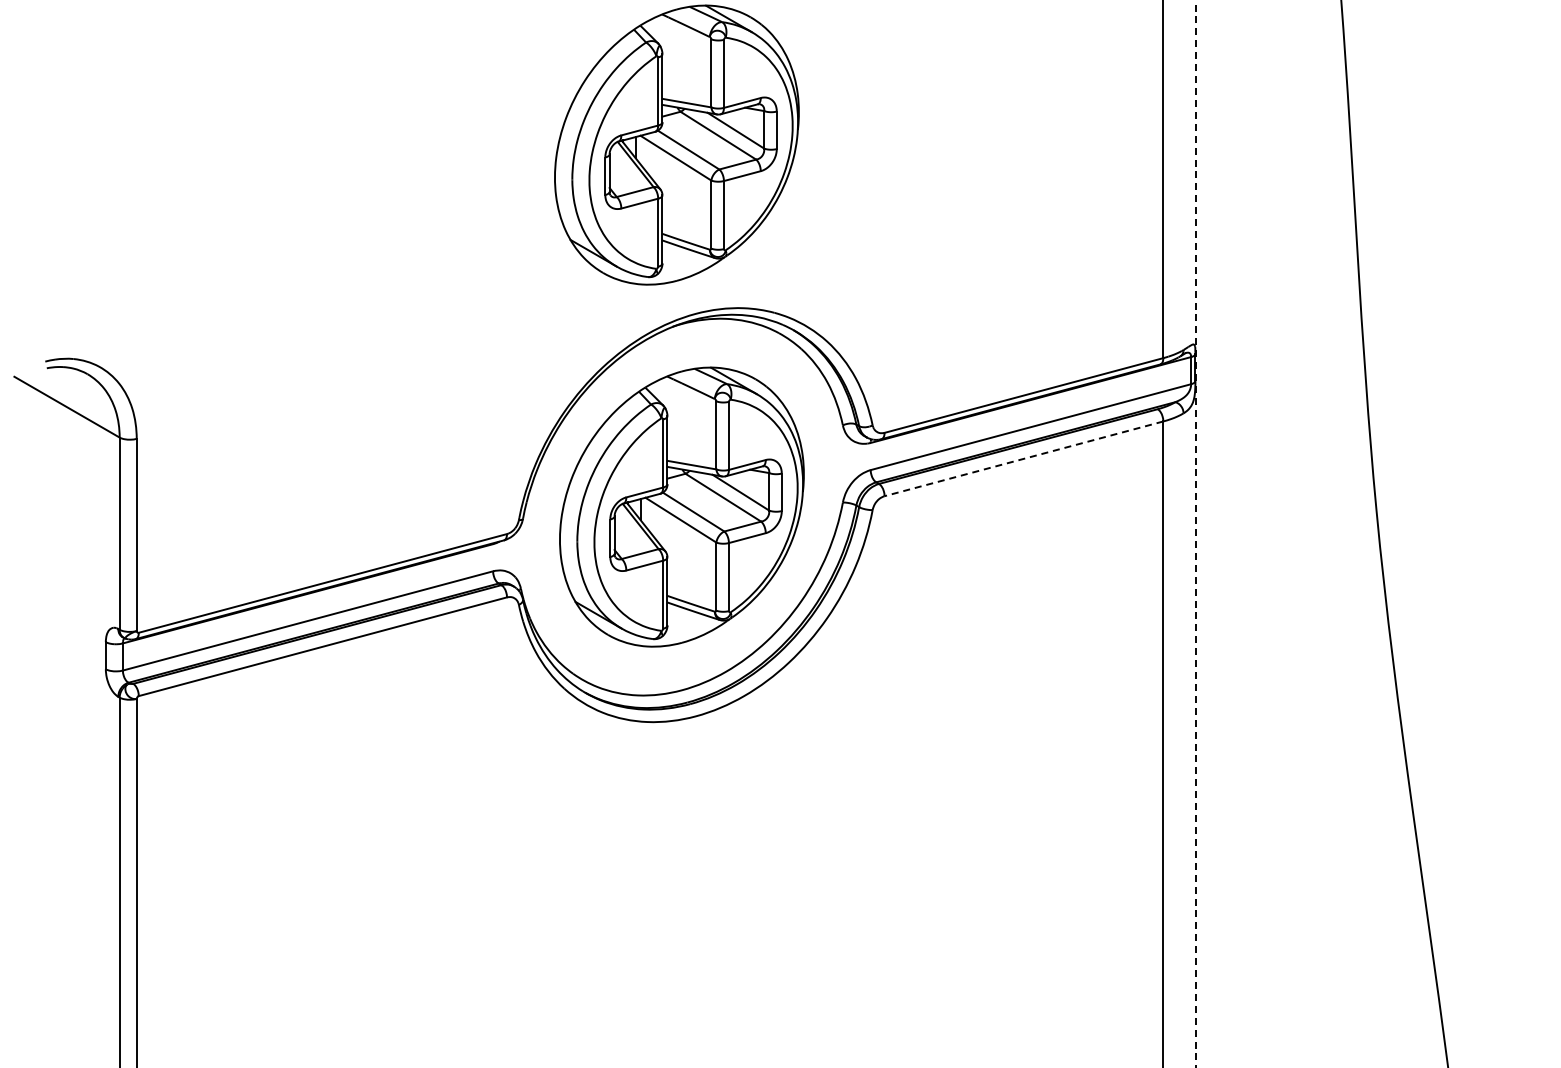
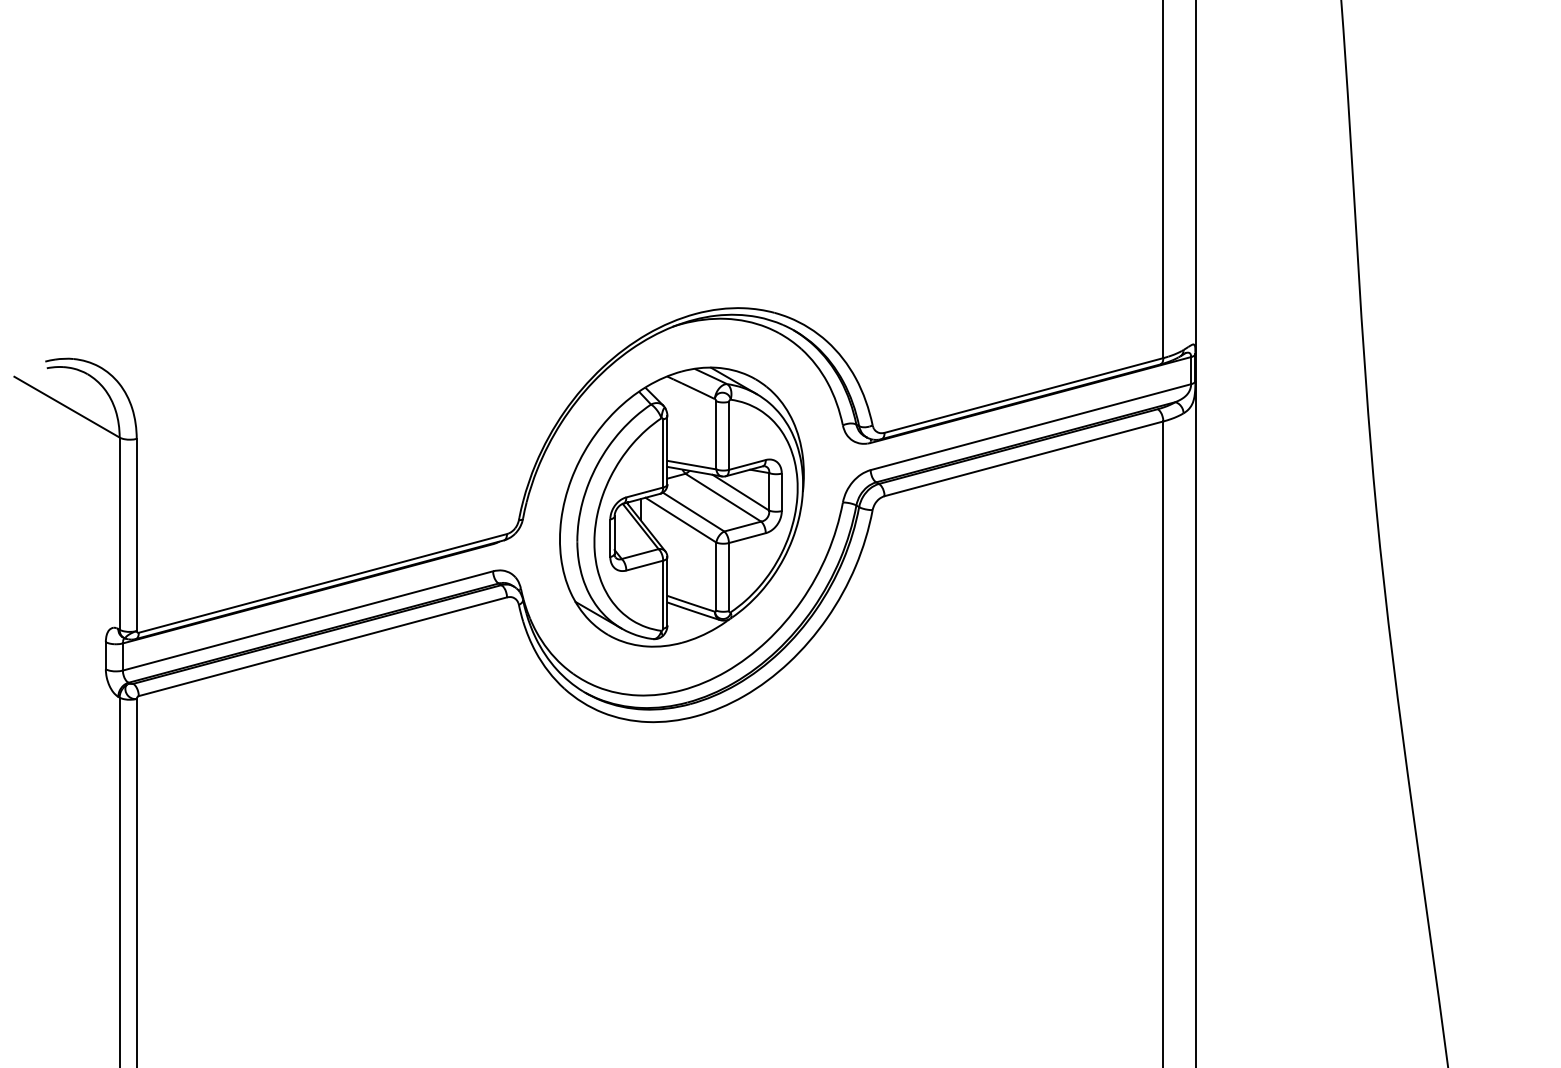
part at (676, 144): present -> none
line at (1023, 458): dashed -> solid
line at (1195, 533): dashed -> solid
